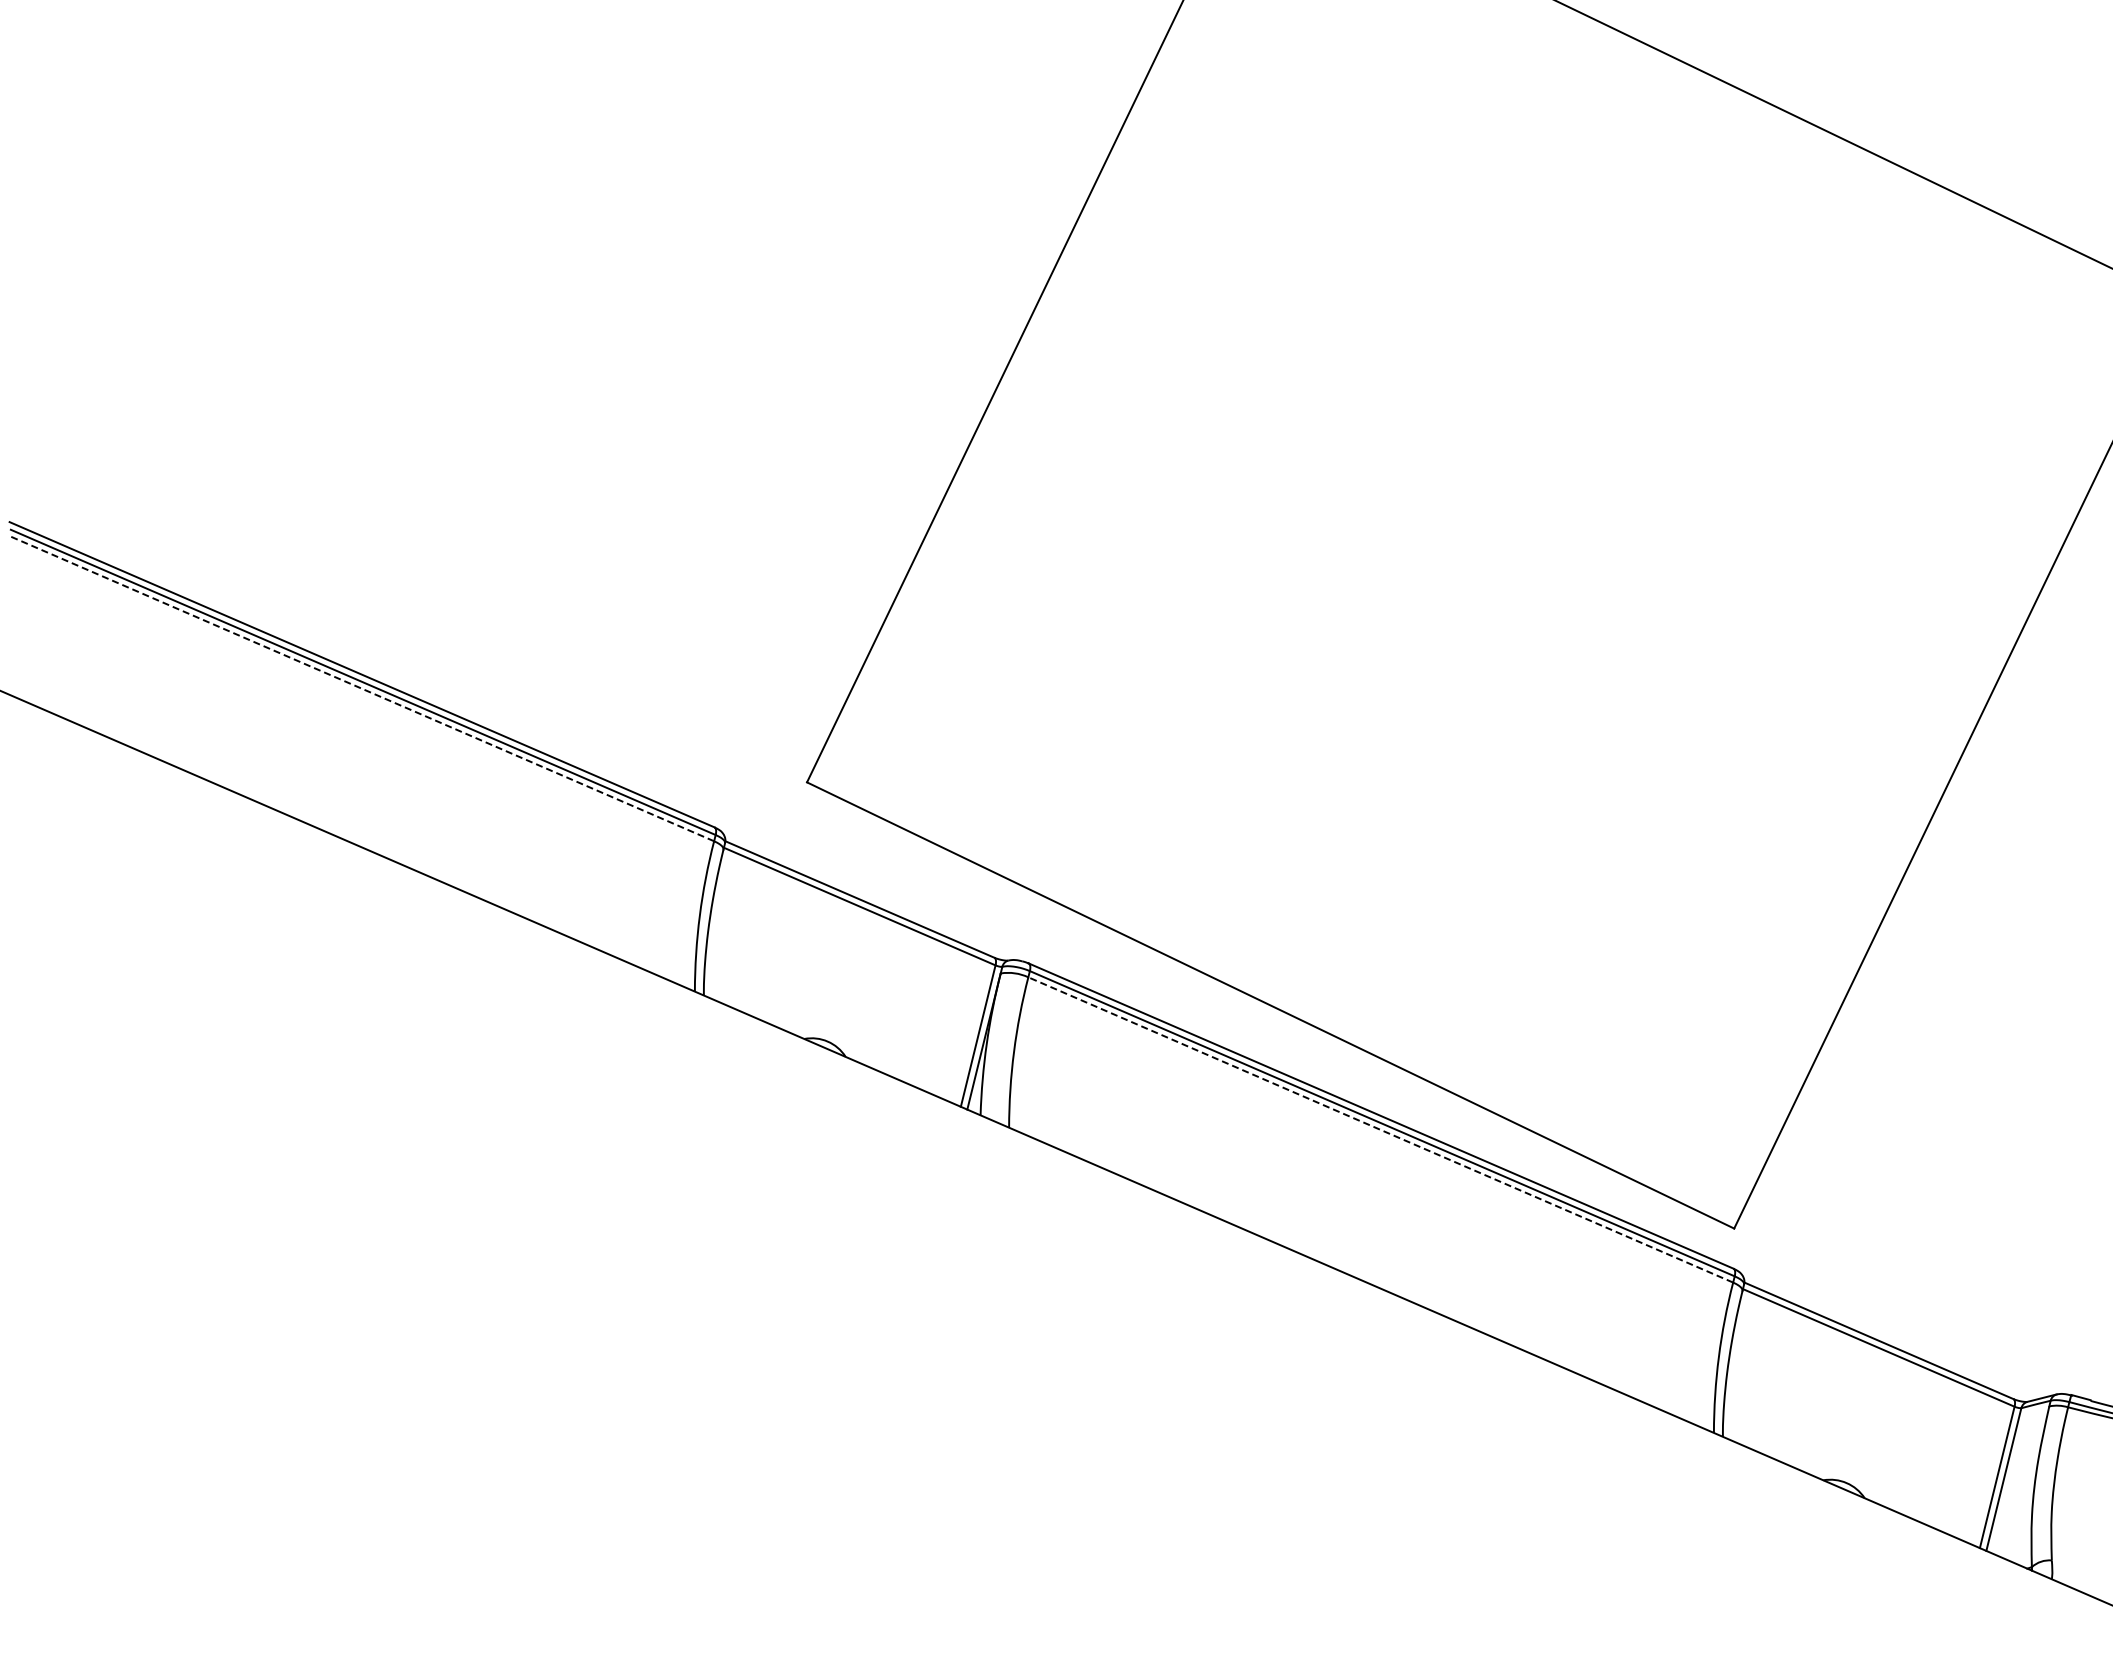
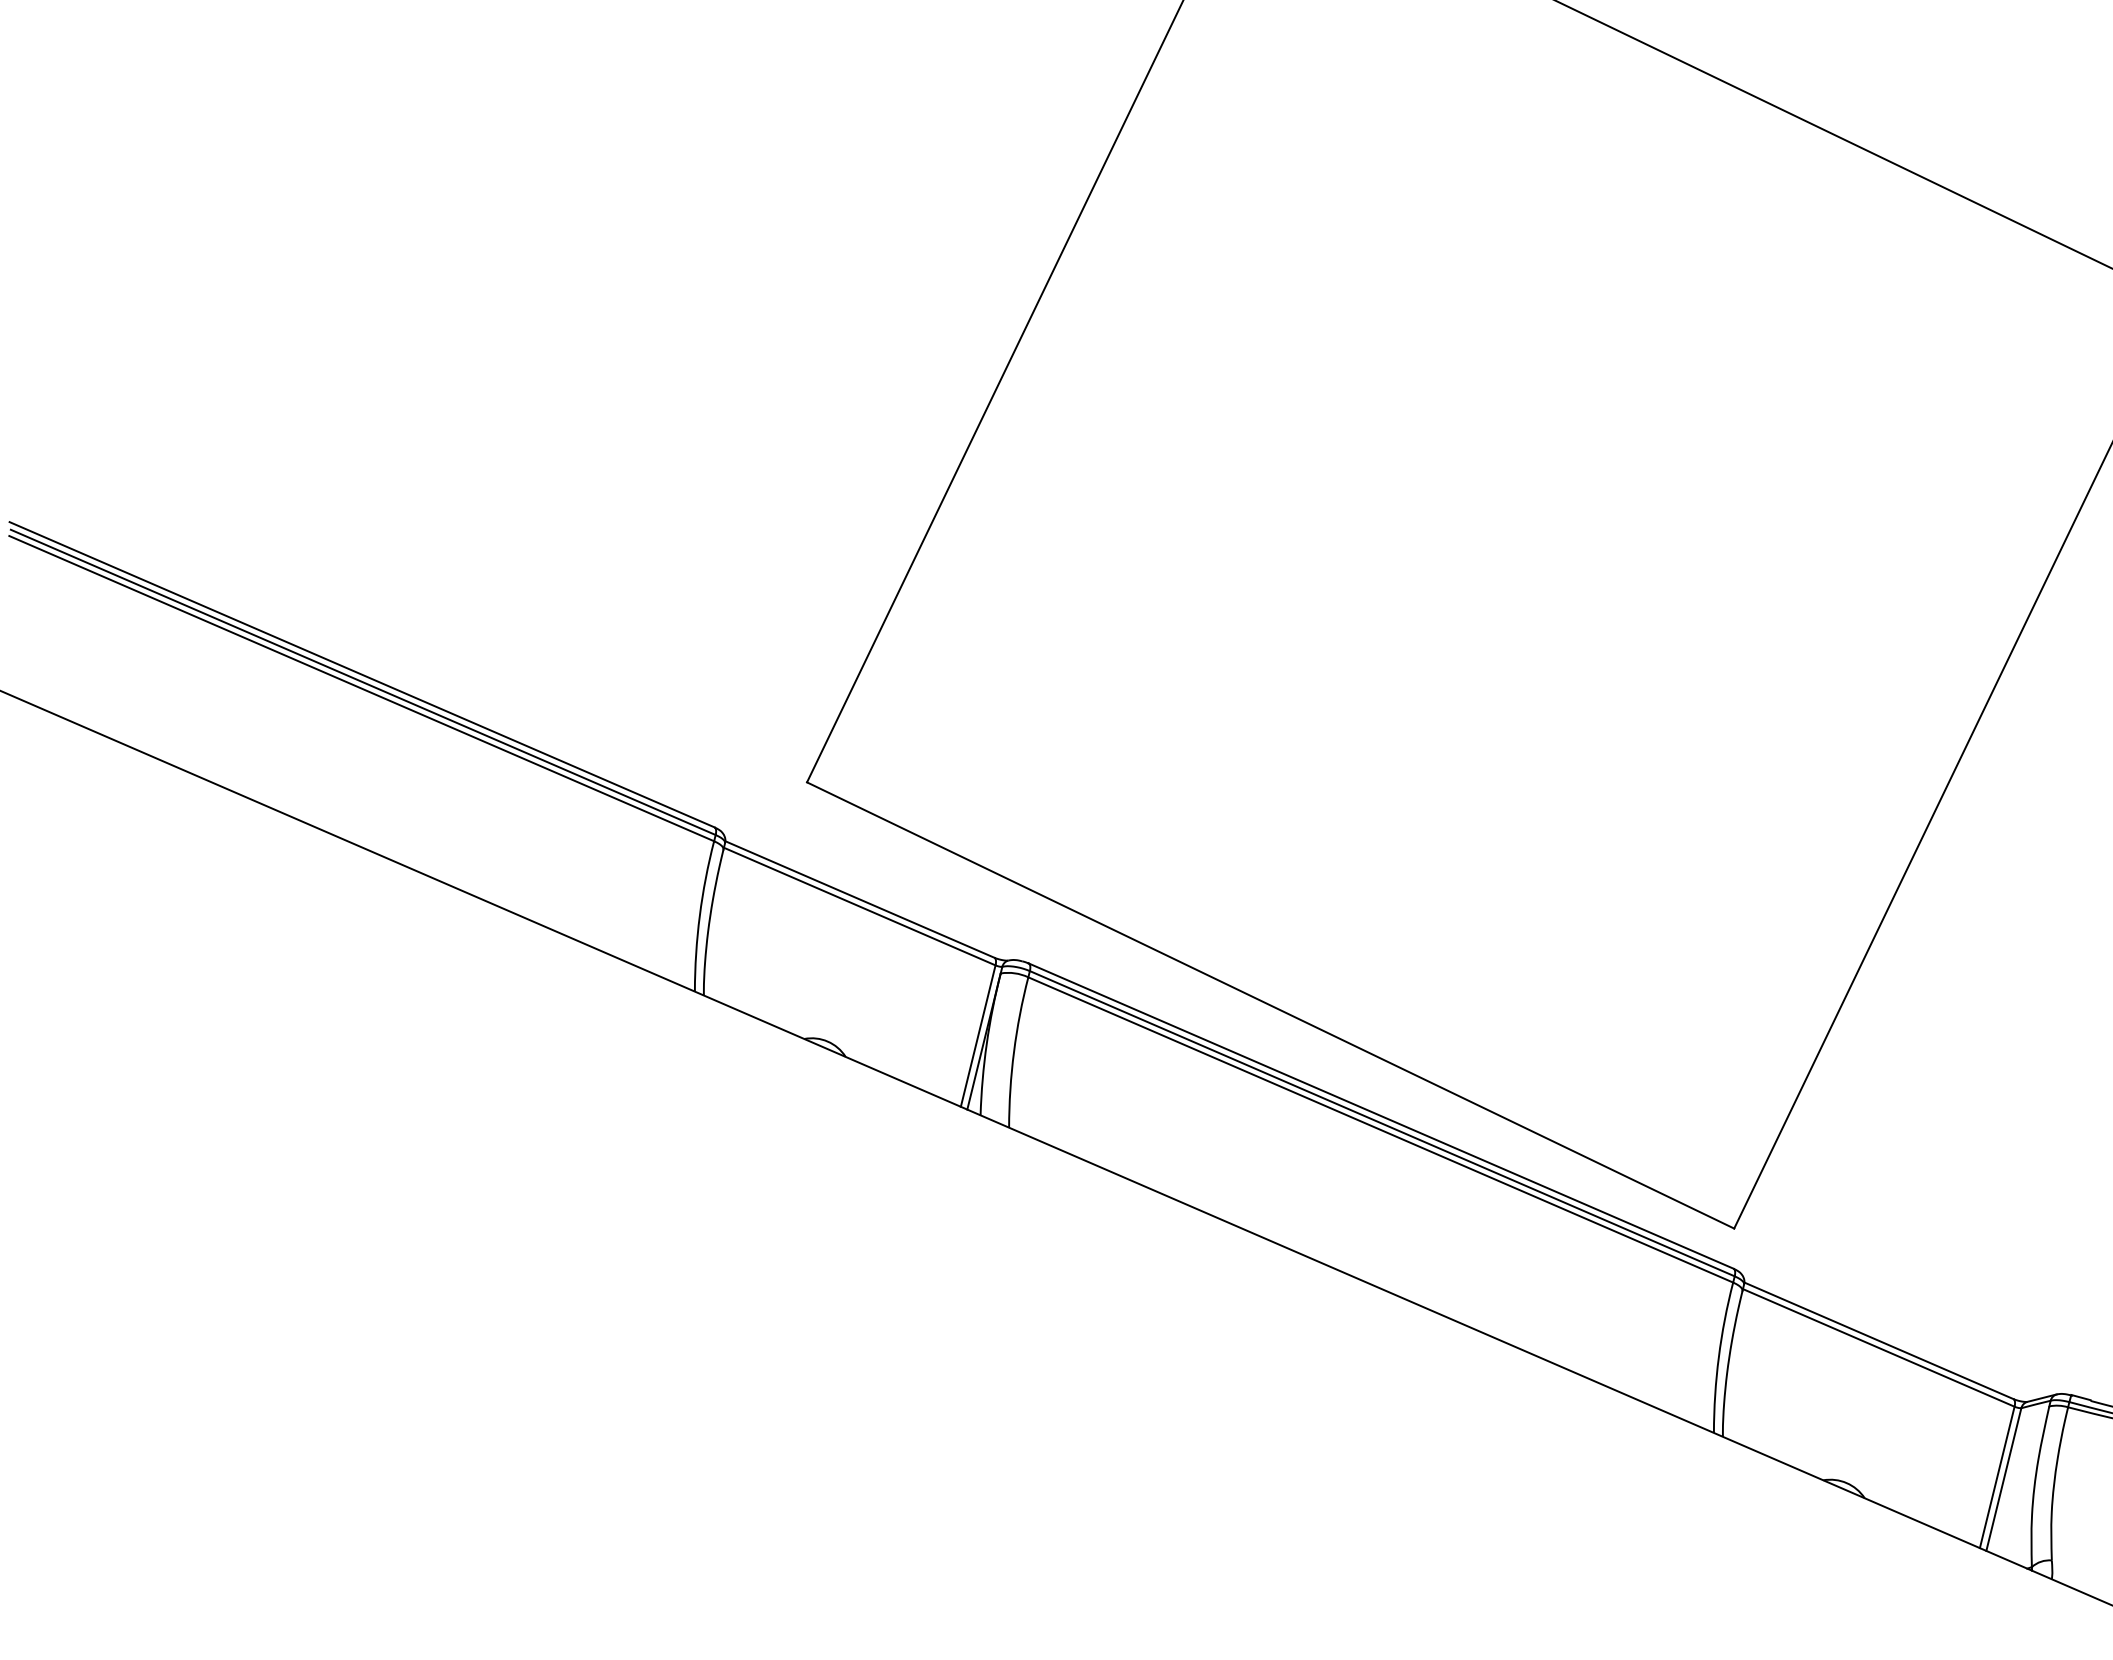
line at (361, 688): dashed -> solid
line at (1380, 1129): dashed -> solid
